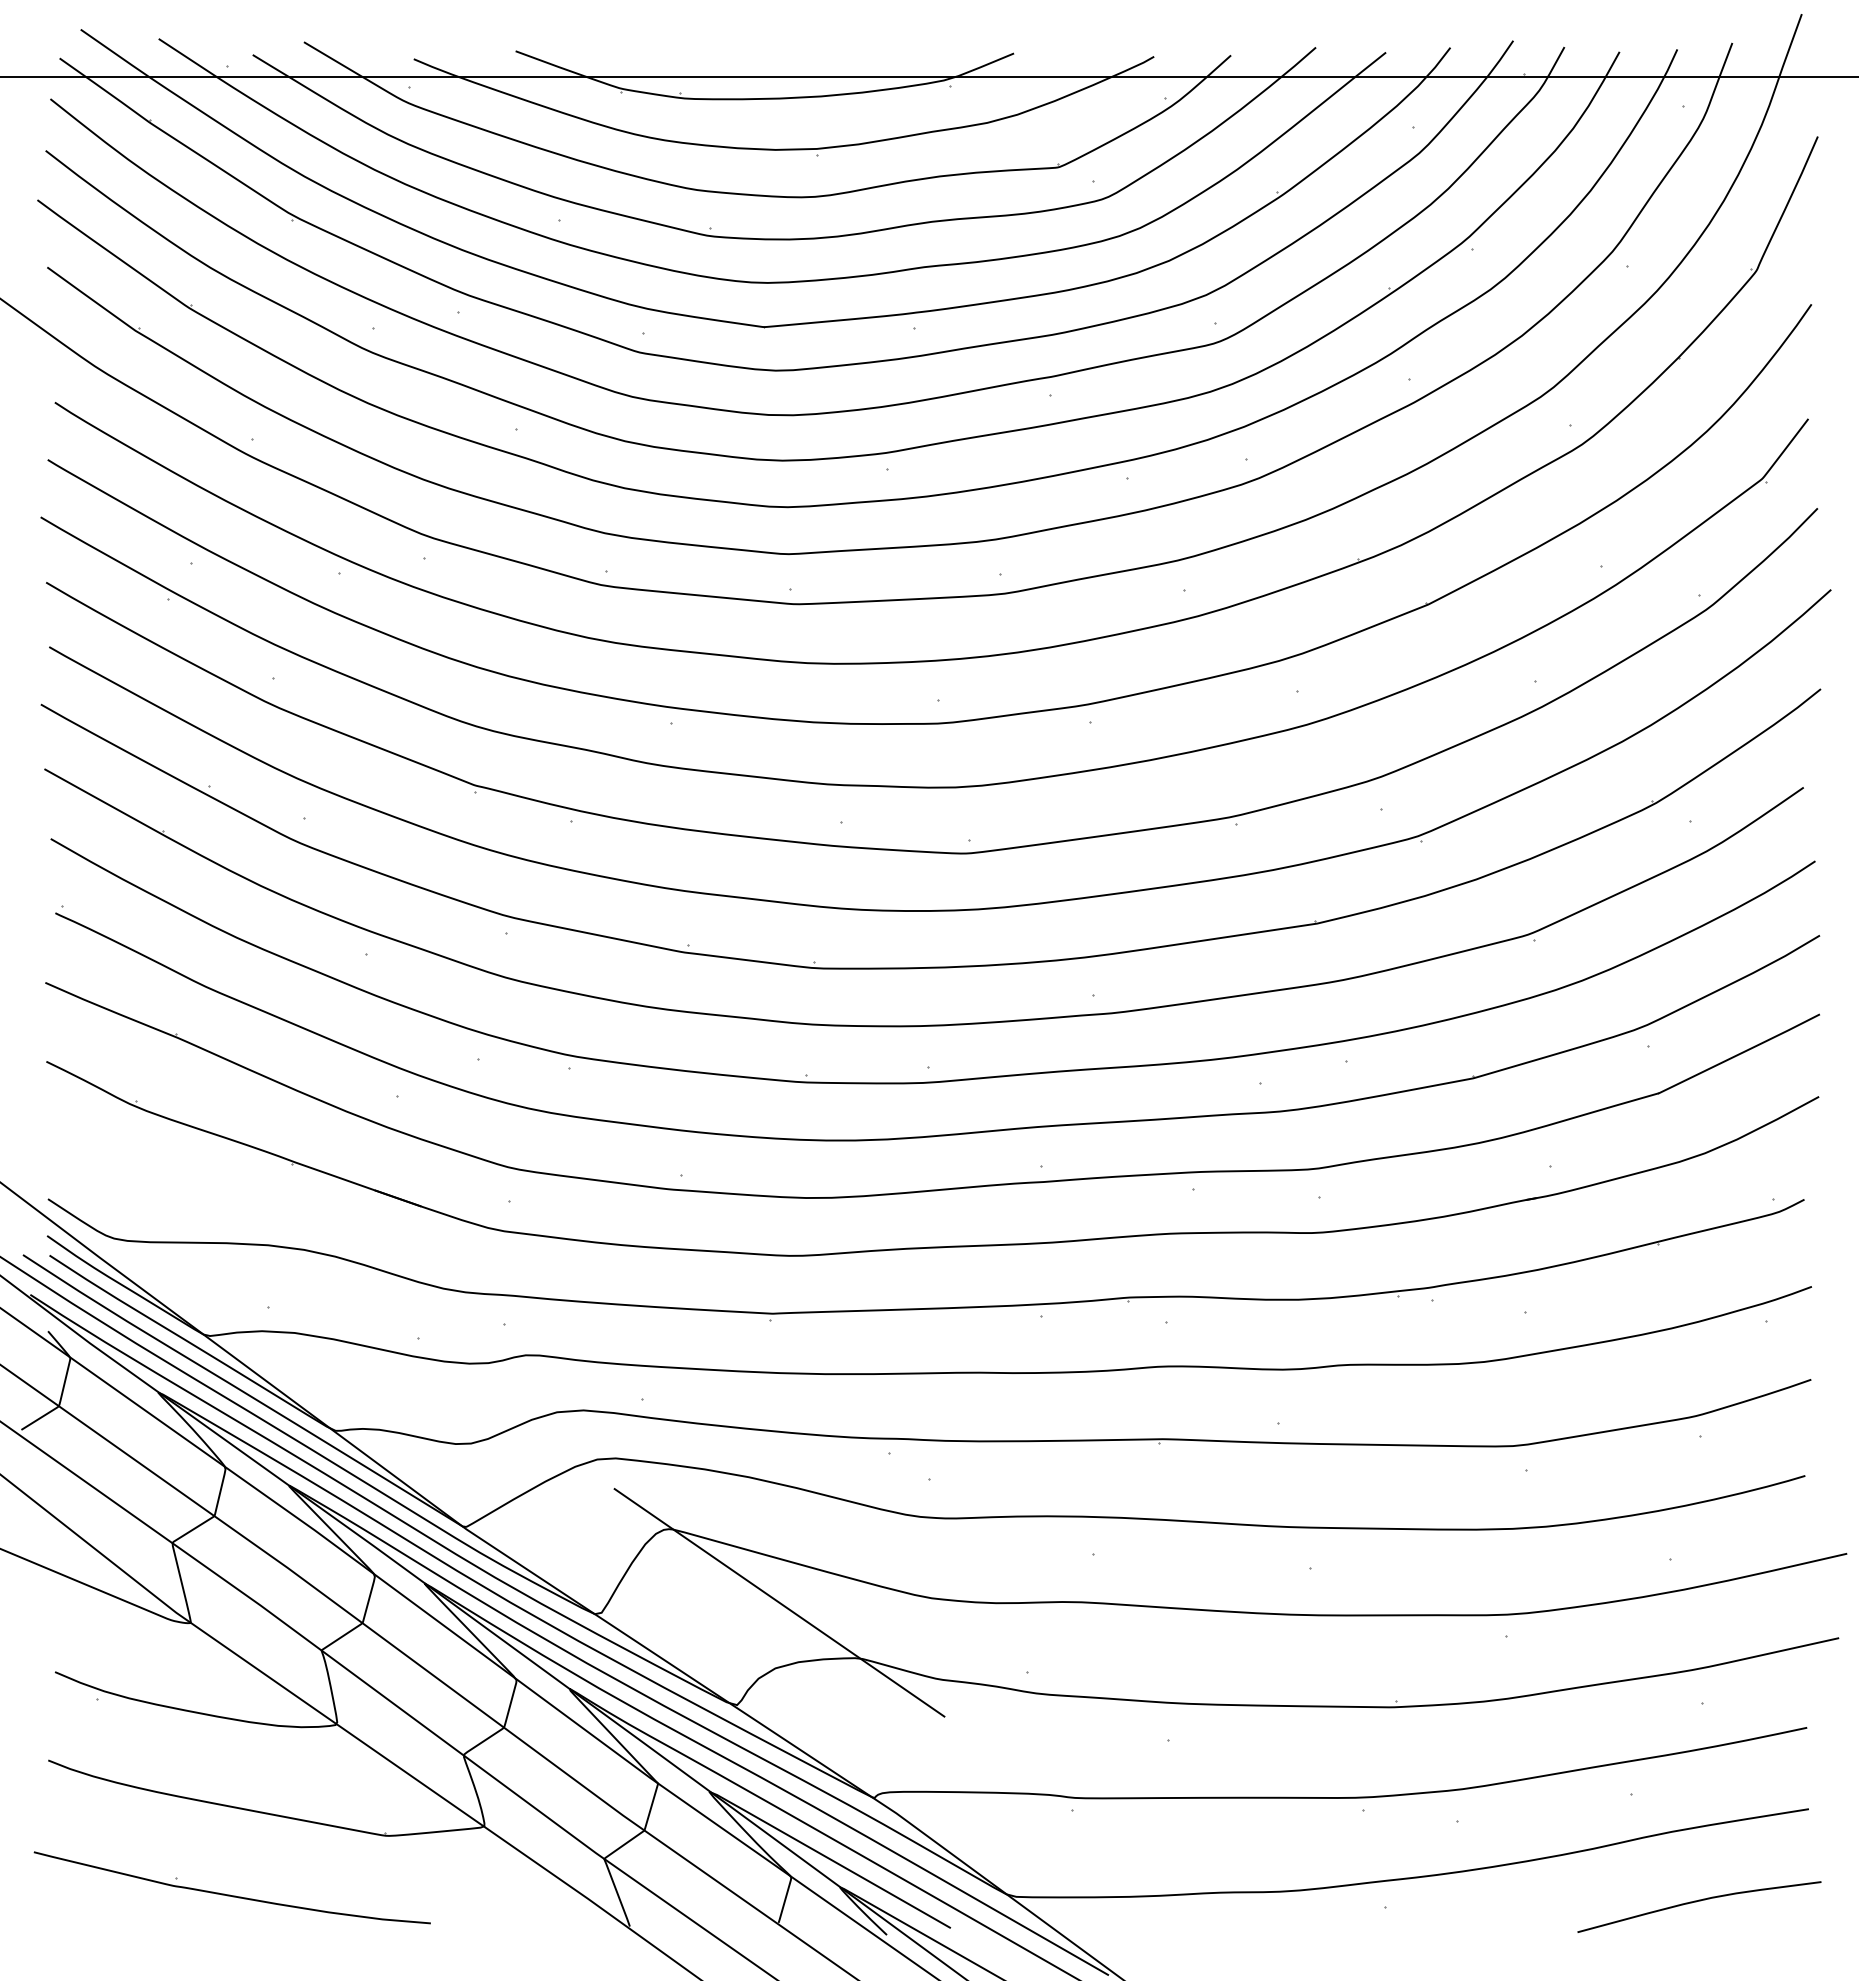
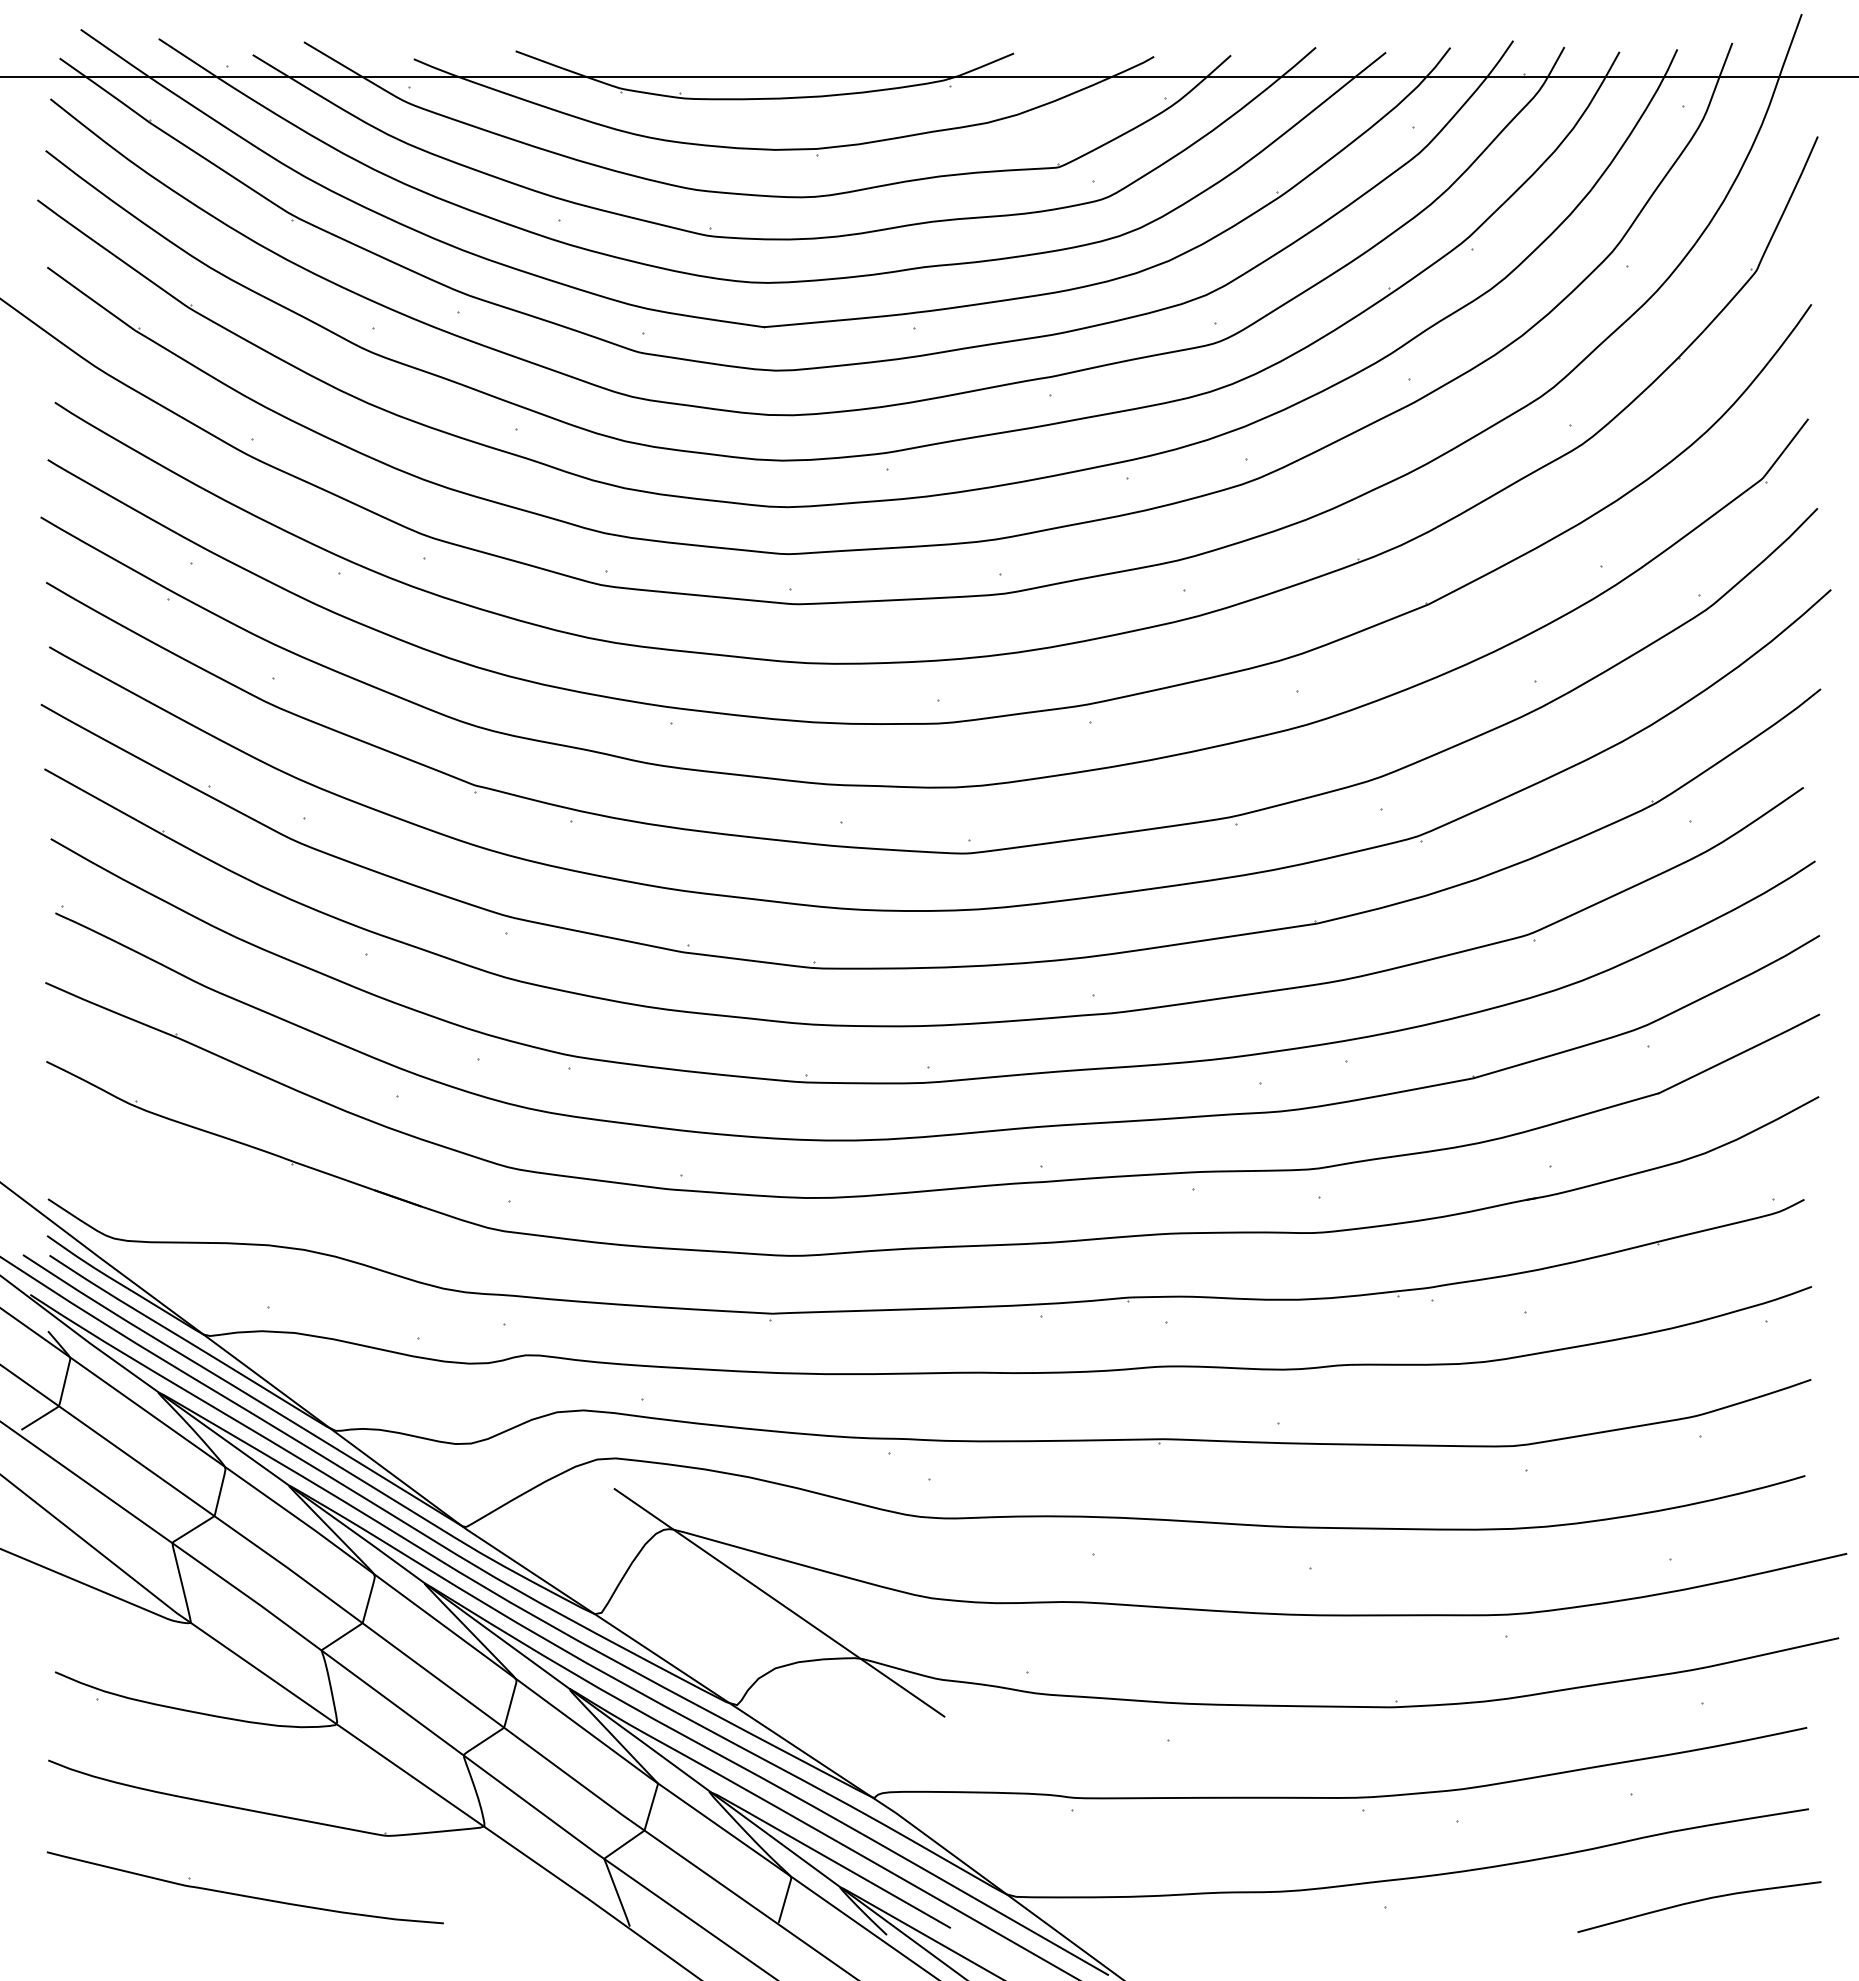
part at (230, 1894) position: (230, 1894) -> (243, 1894)
